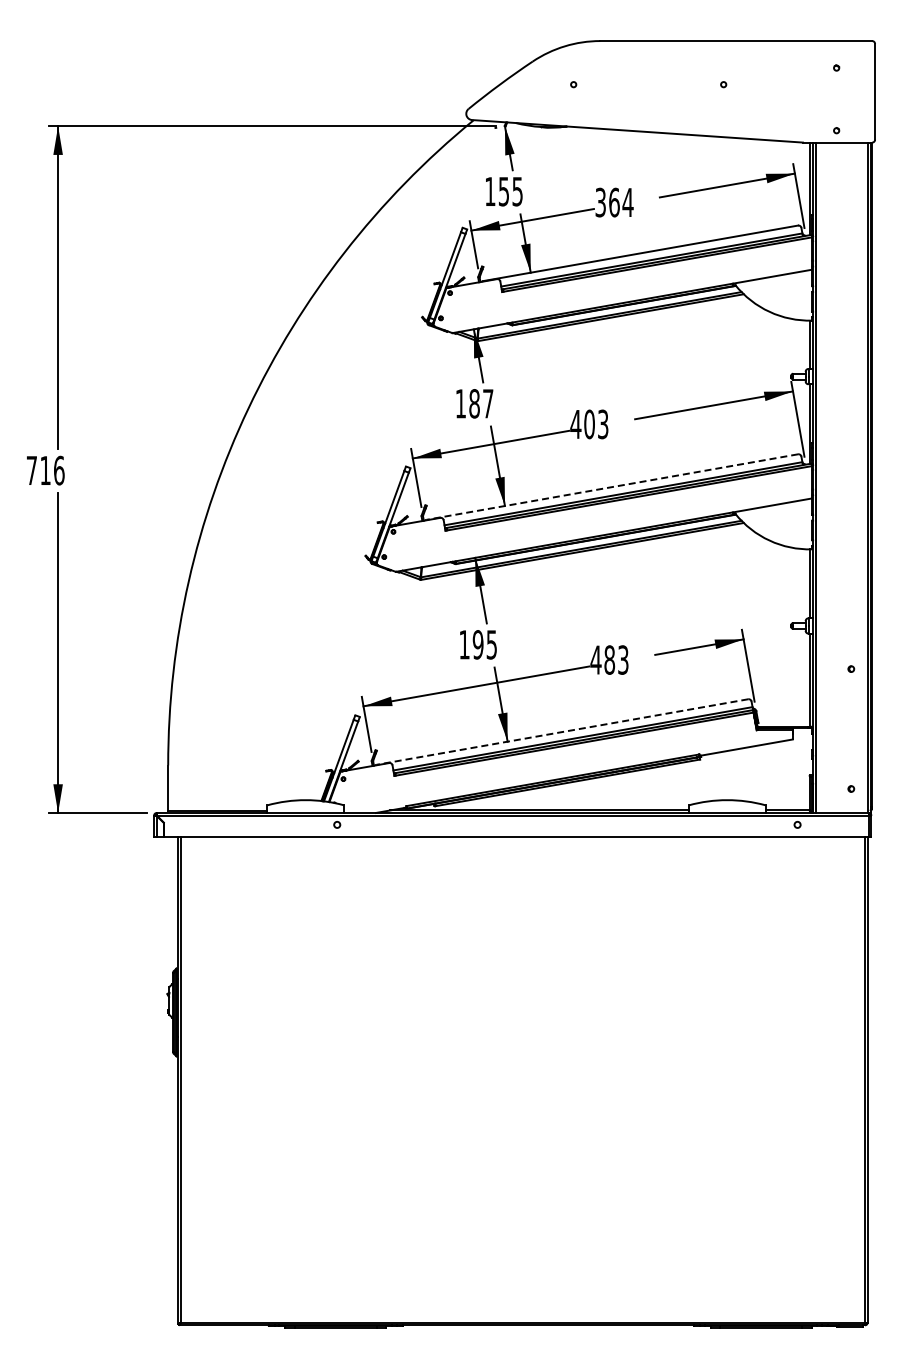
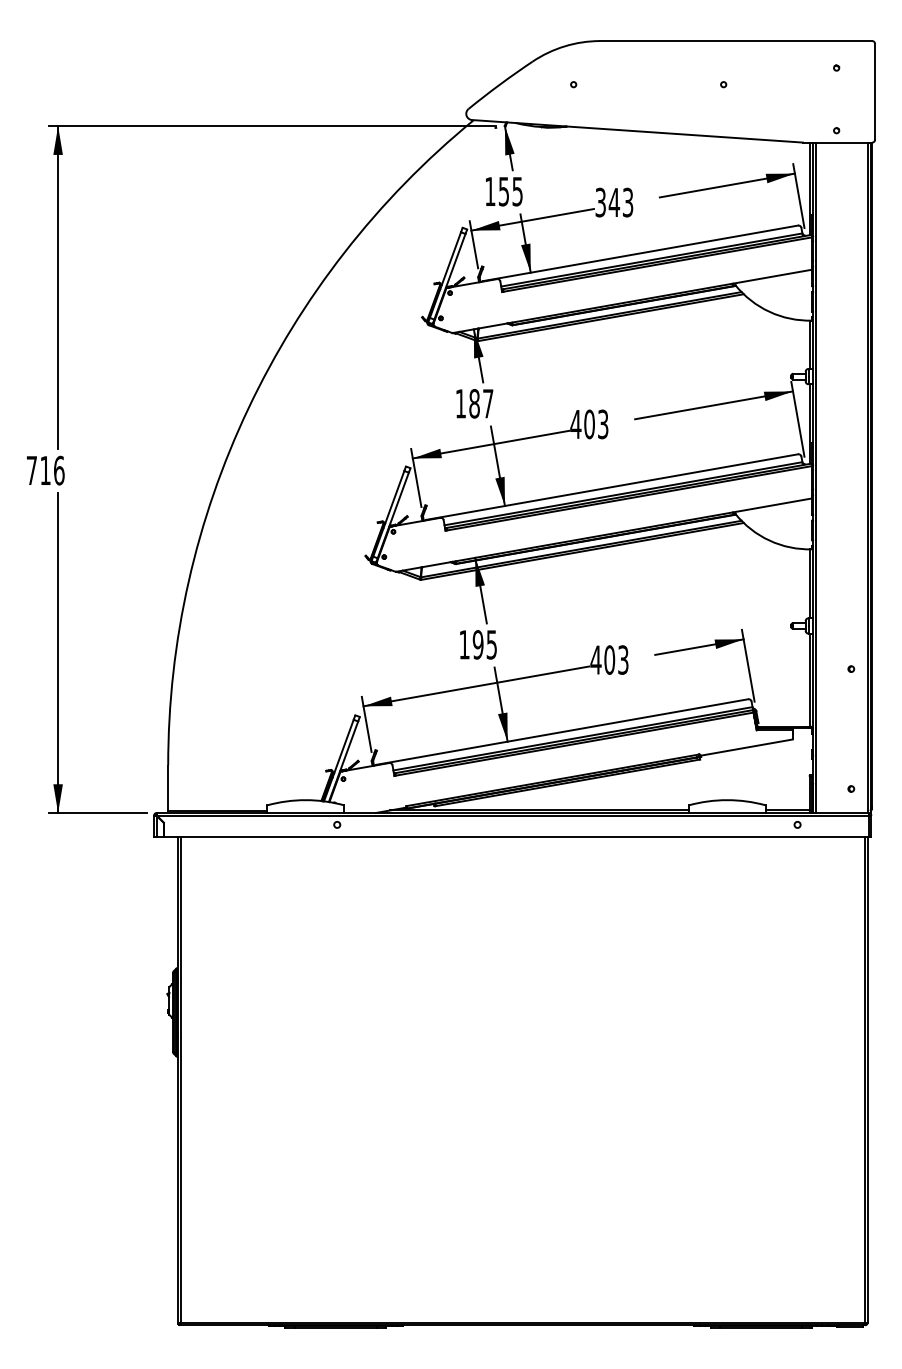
text at (620, 202): 364 -> 343
line at (612, 487): dashed -> solid
text at (609, 660): 483 -> 403
line at (562, 732): dashed -> solid
